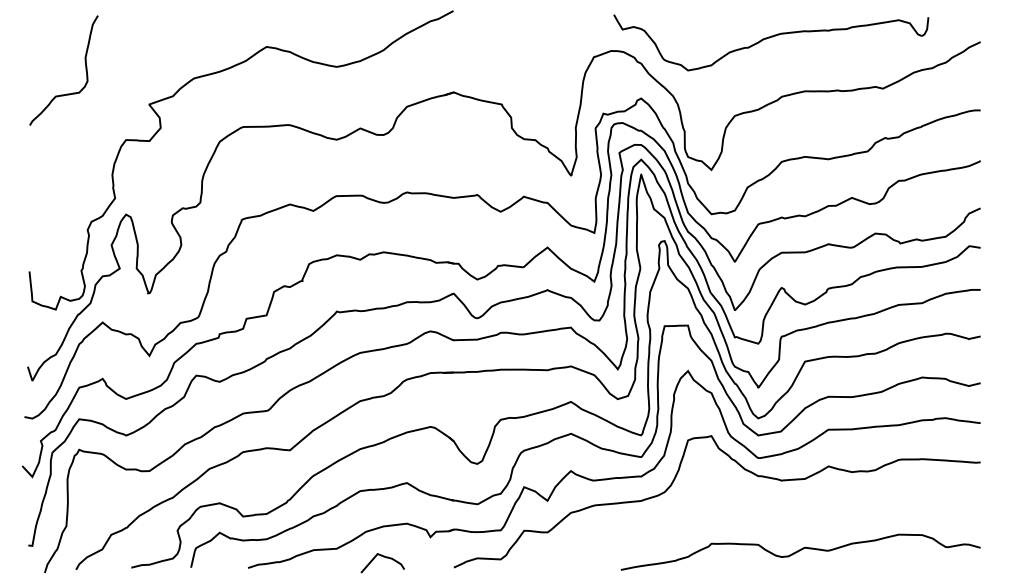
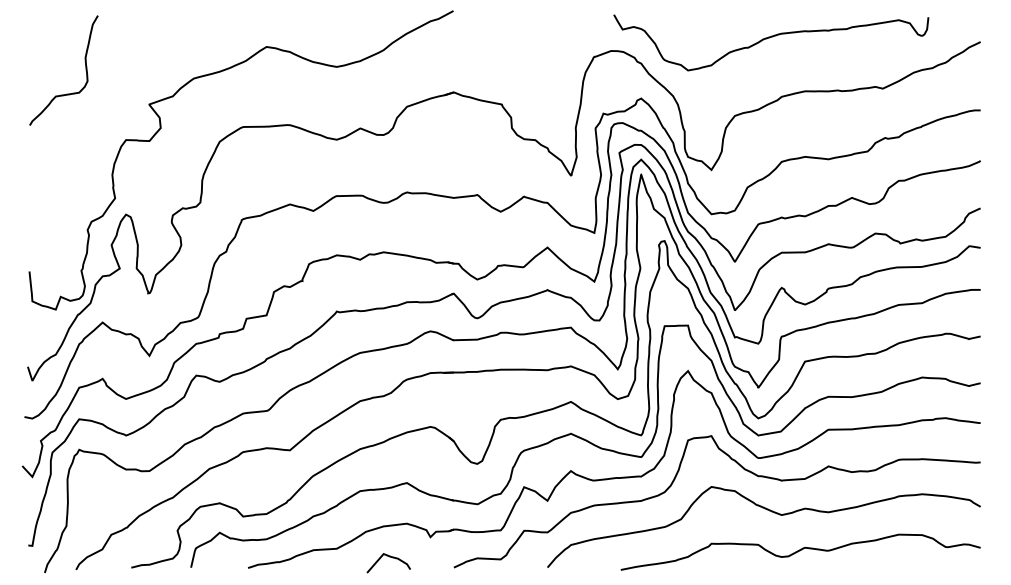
curve at (771, 512): none -> present
curve at (383, 557) position: (383, 557) -> (389, 557)
